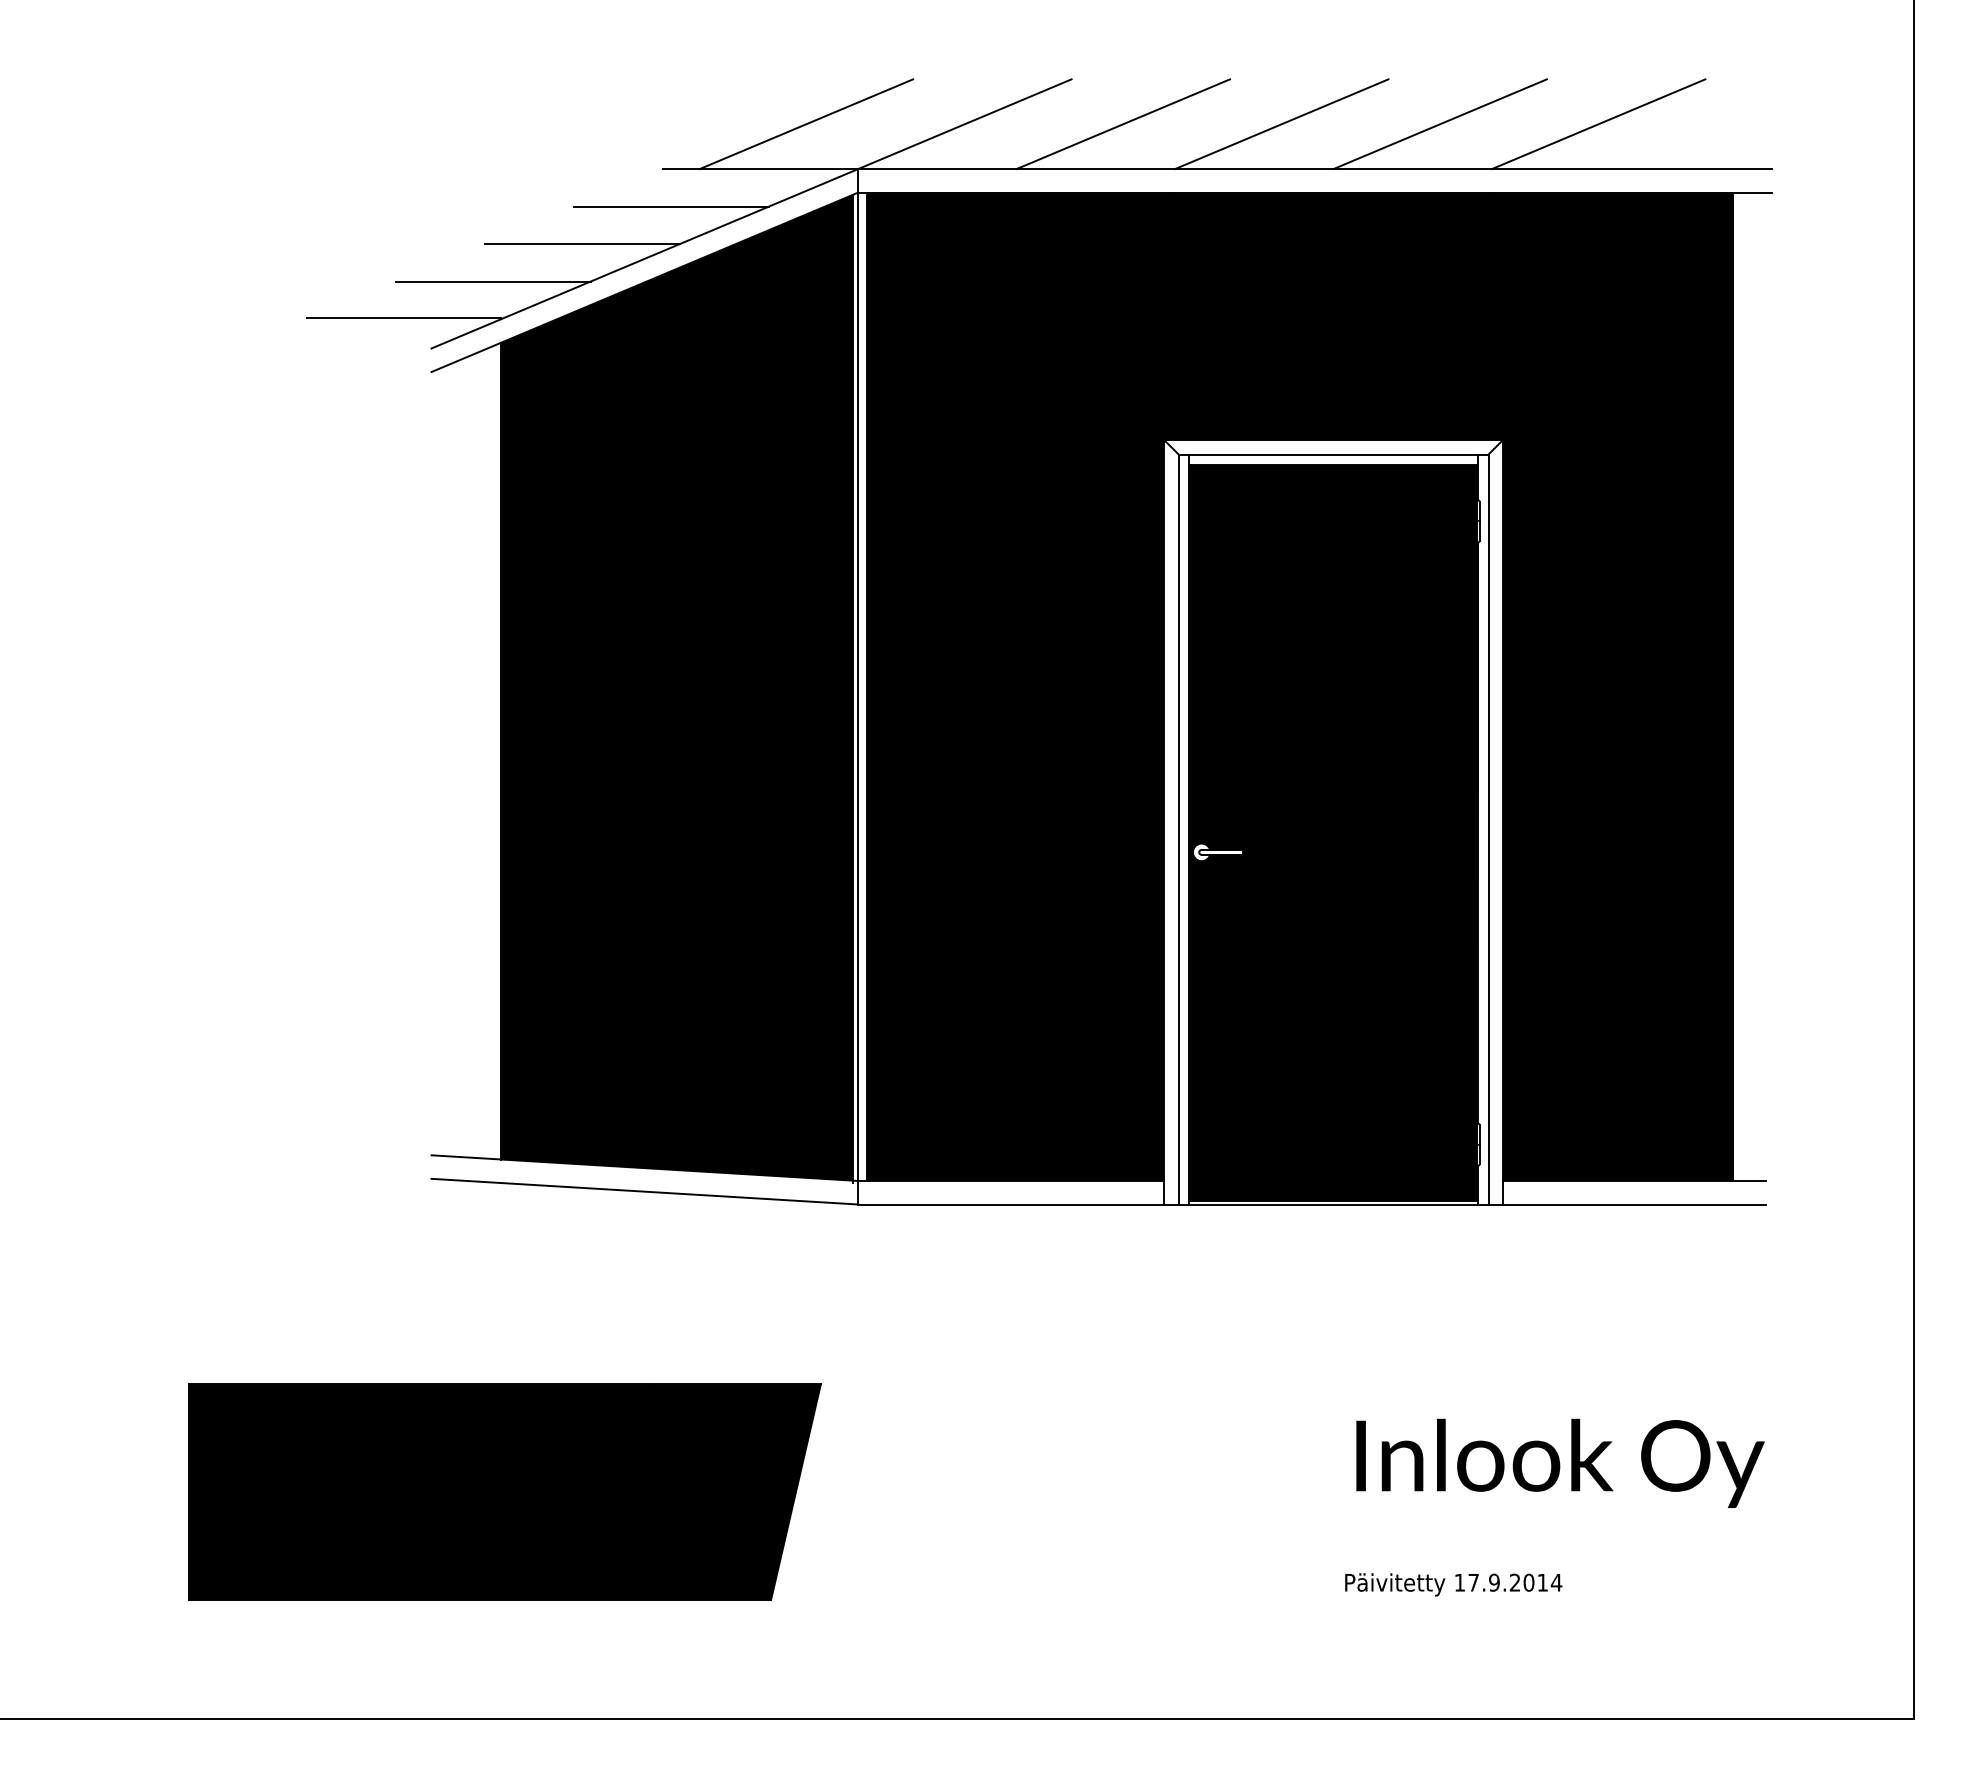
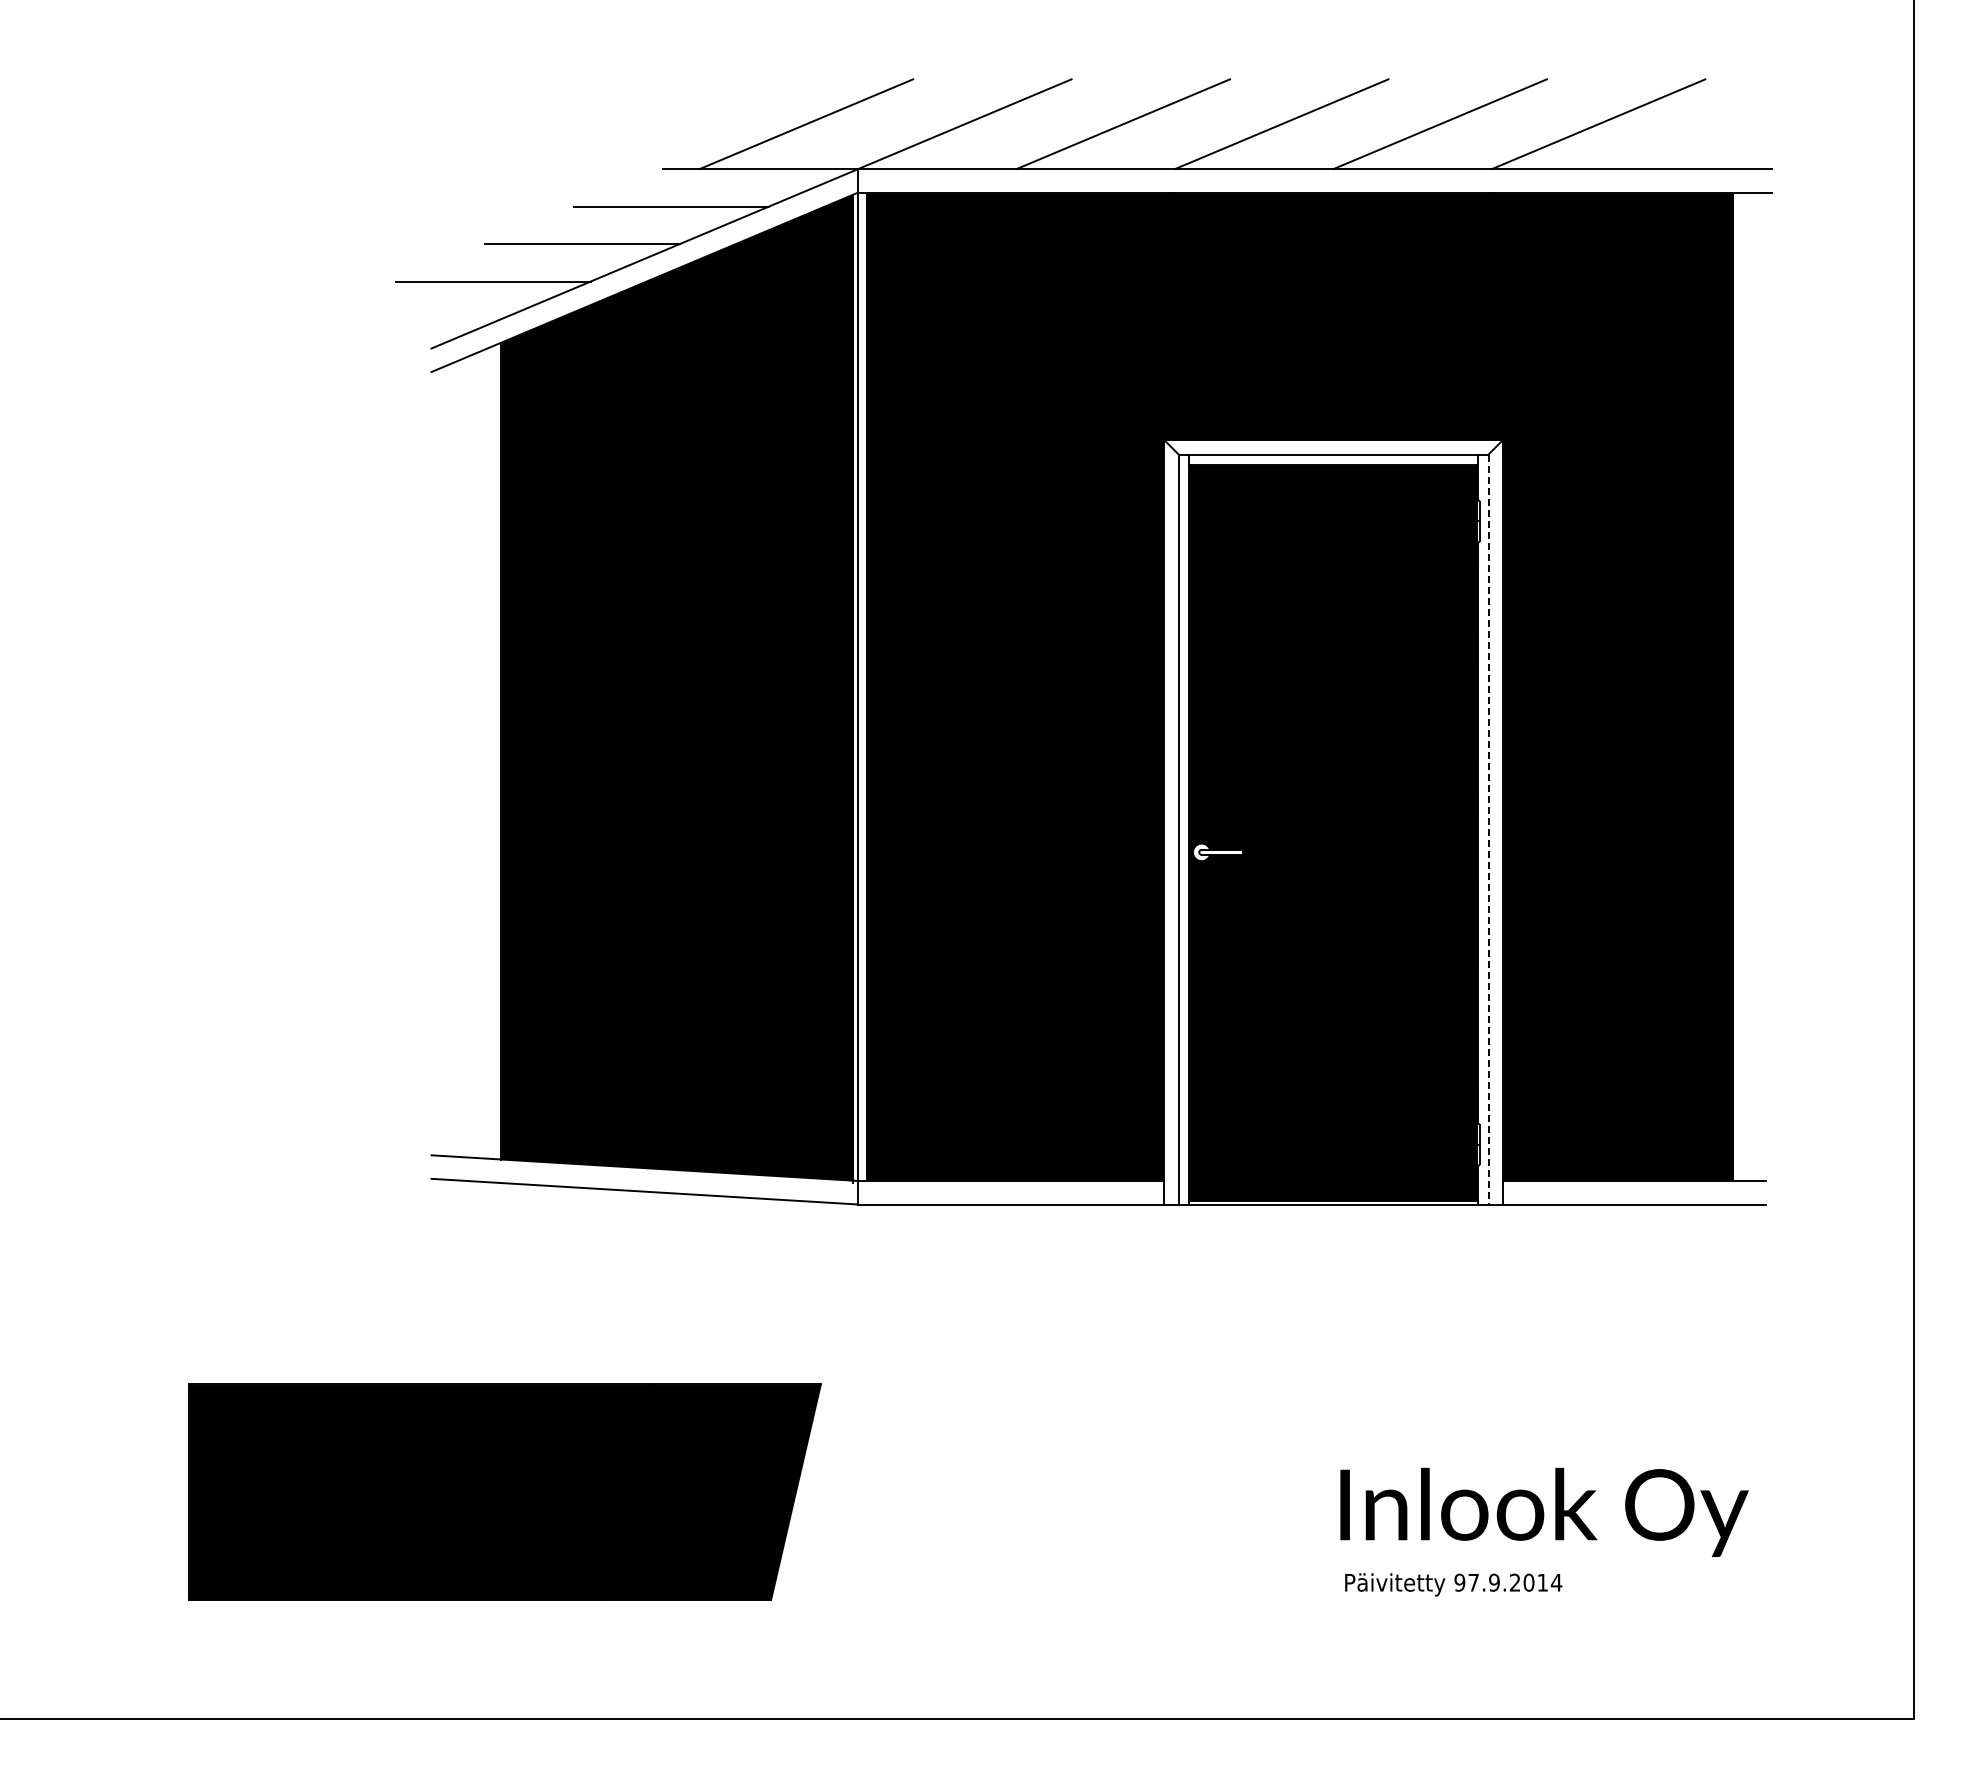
line at (403, 318): present -> none
line at (1488, 829): solid -> dashed
text at (1560, 1462) position: (1560, 1462) -> (1544, 1511)
text at (1459, 1582): 17.9.2014 -> 97.9.2014
